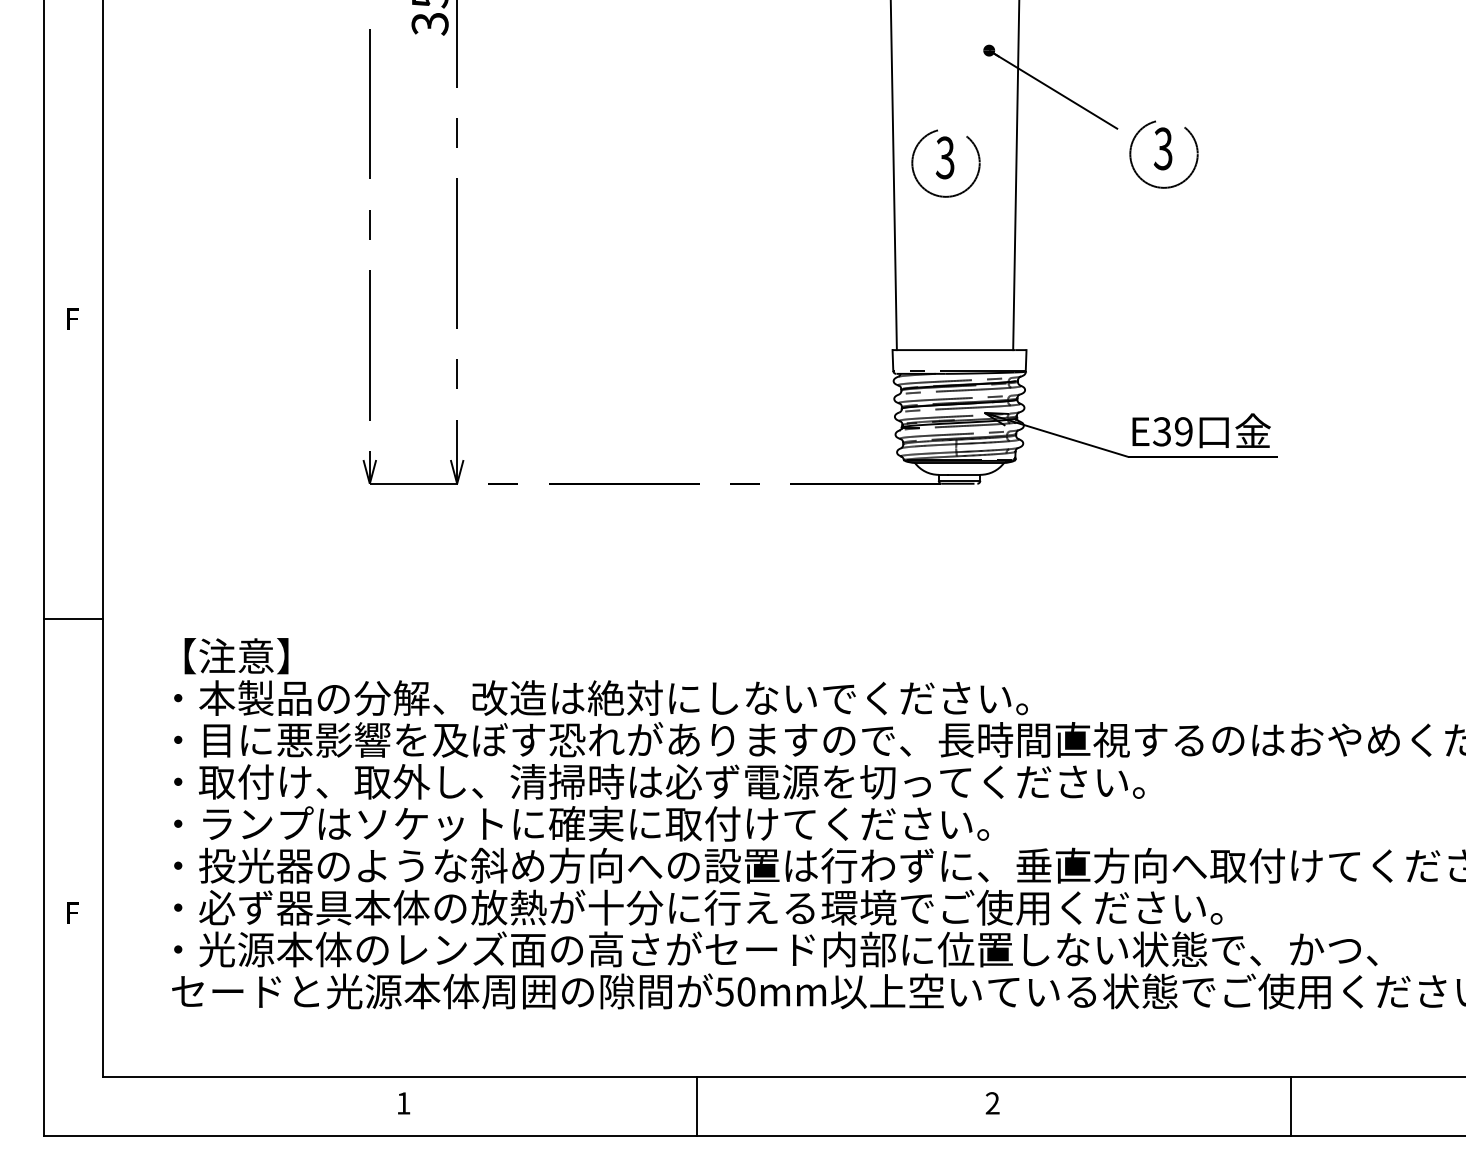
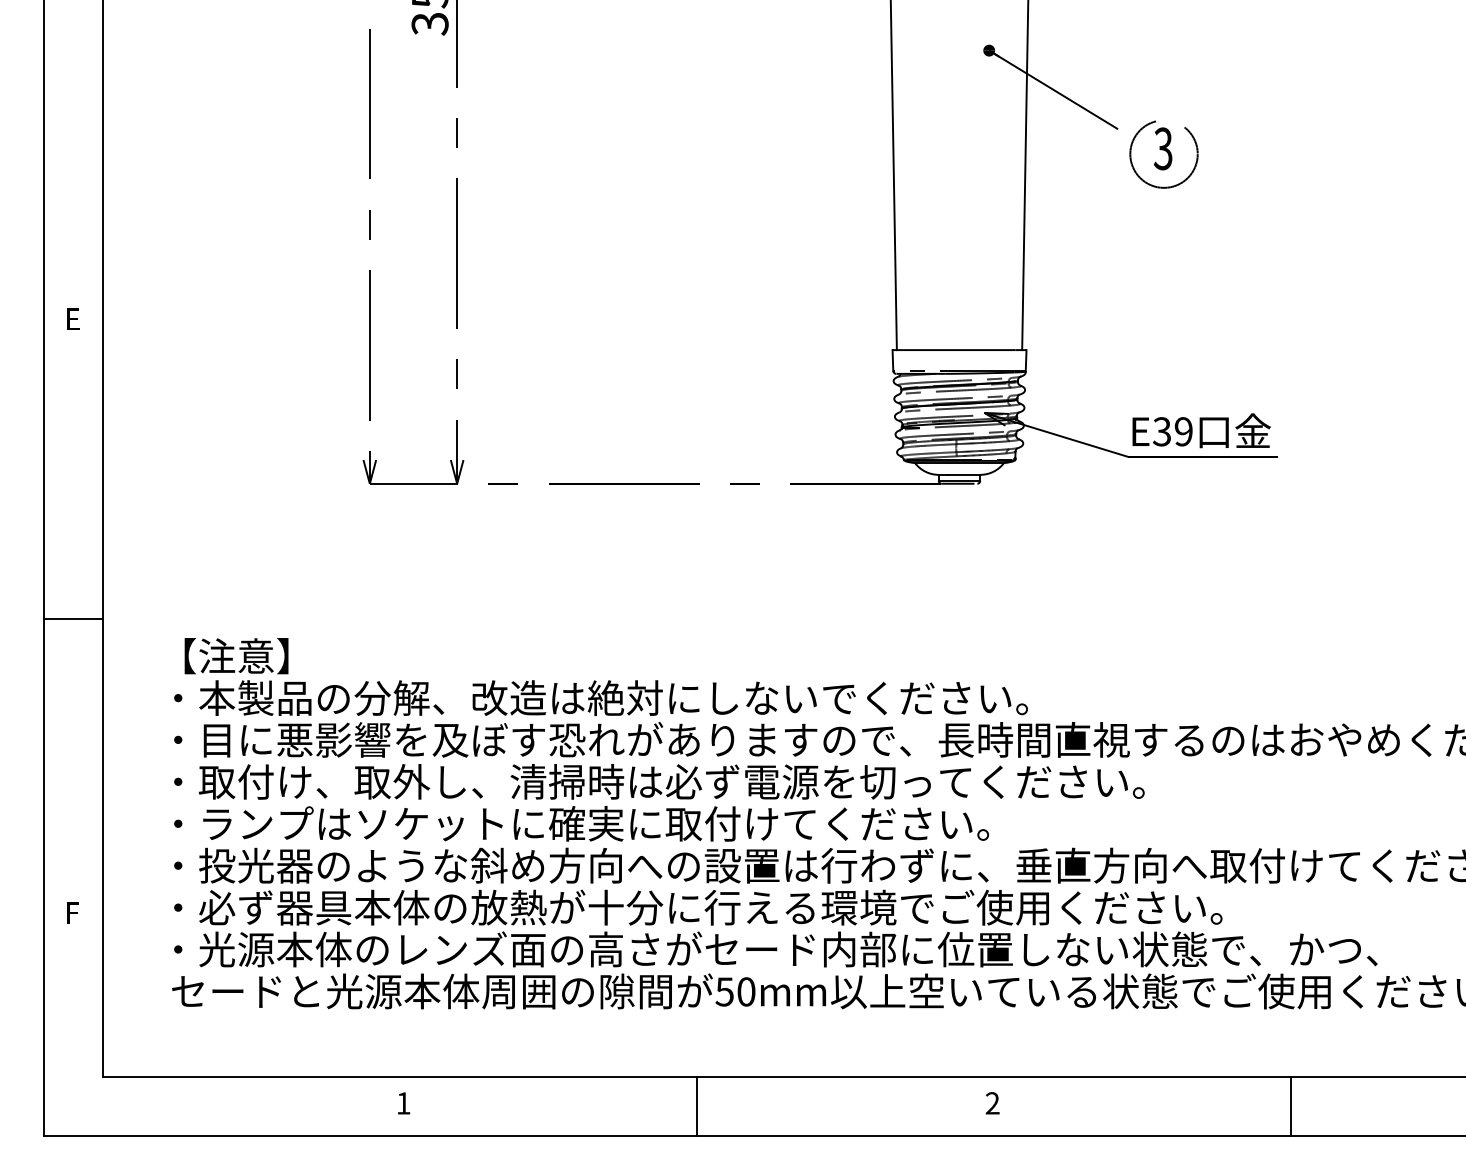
part at (945, 163): present -> none
line at (1016, 176) position: (1016, 176) -> (1025, 176)
text at (74, 328): F -> E
